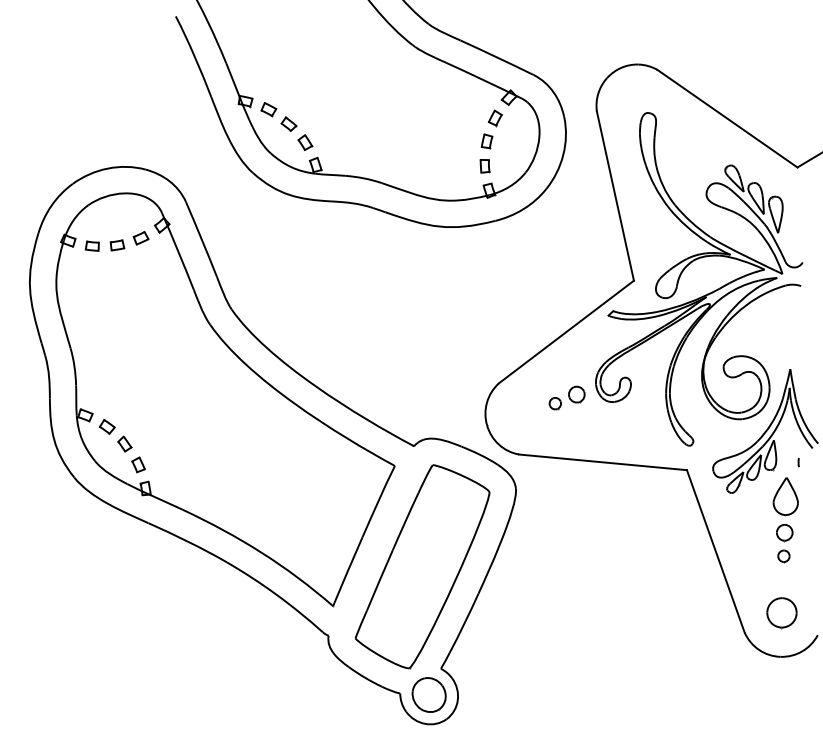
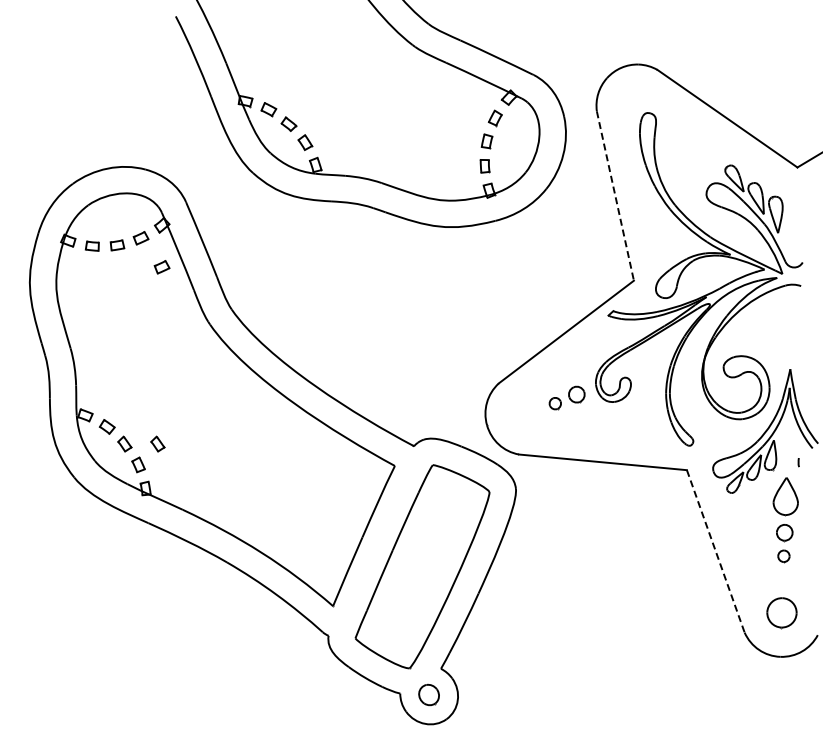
line at (615, 196): solid -> dashed
part at (161, 267): none -> present
part at (157, 443): none -> present
line at (715, 551): solid -> dashed
part at (428, 694) size: 36x36 px -> 22x24 px
